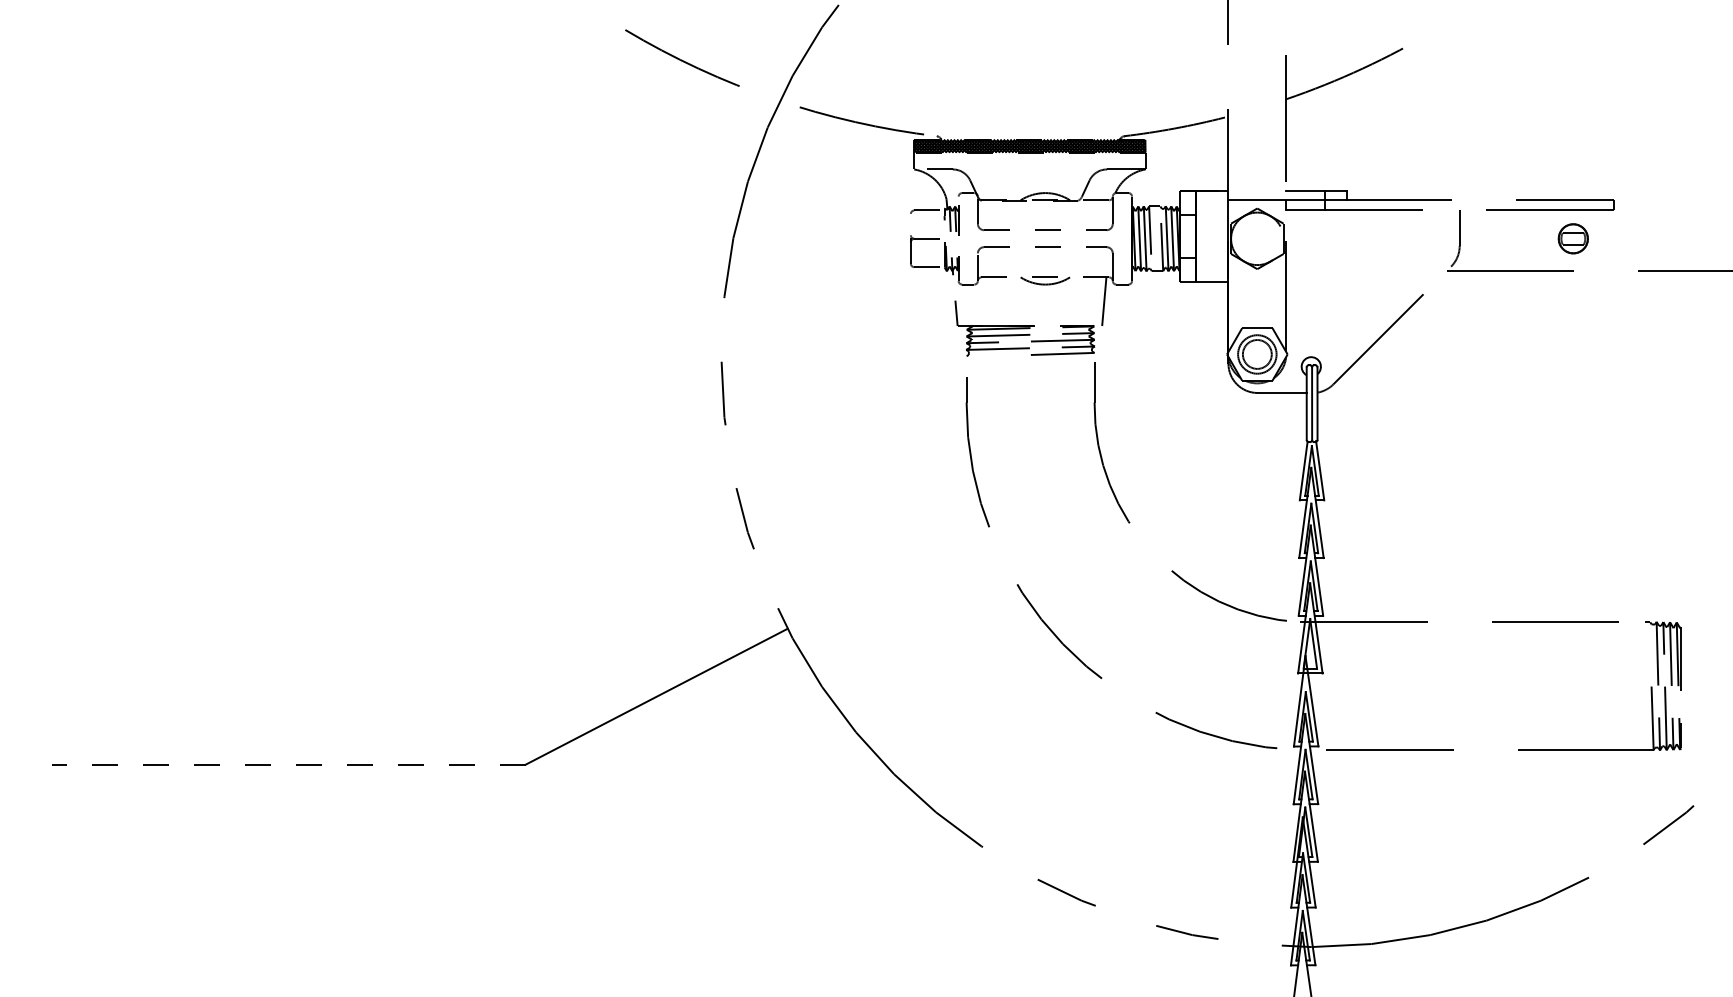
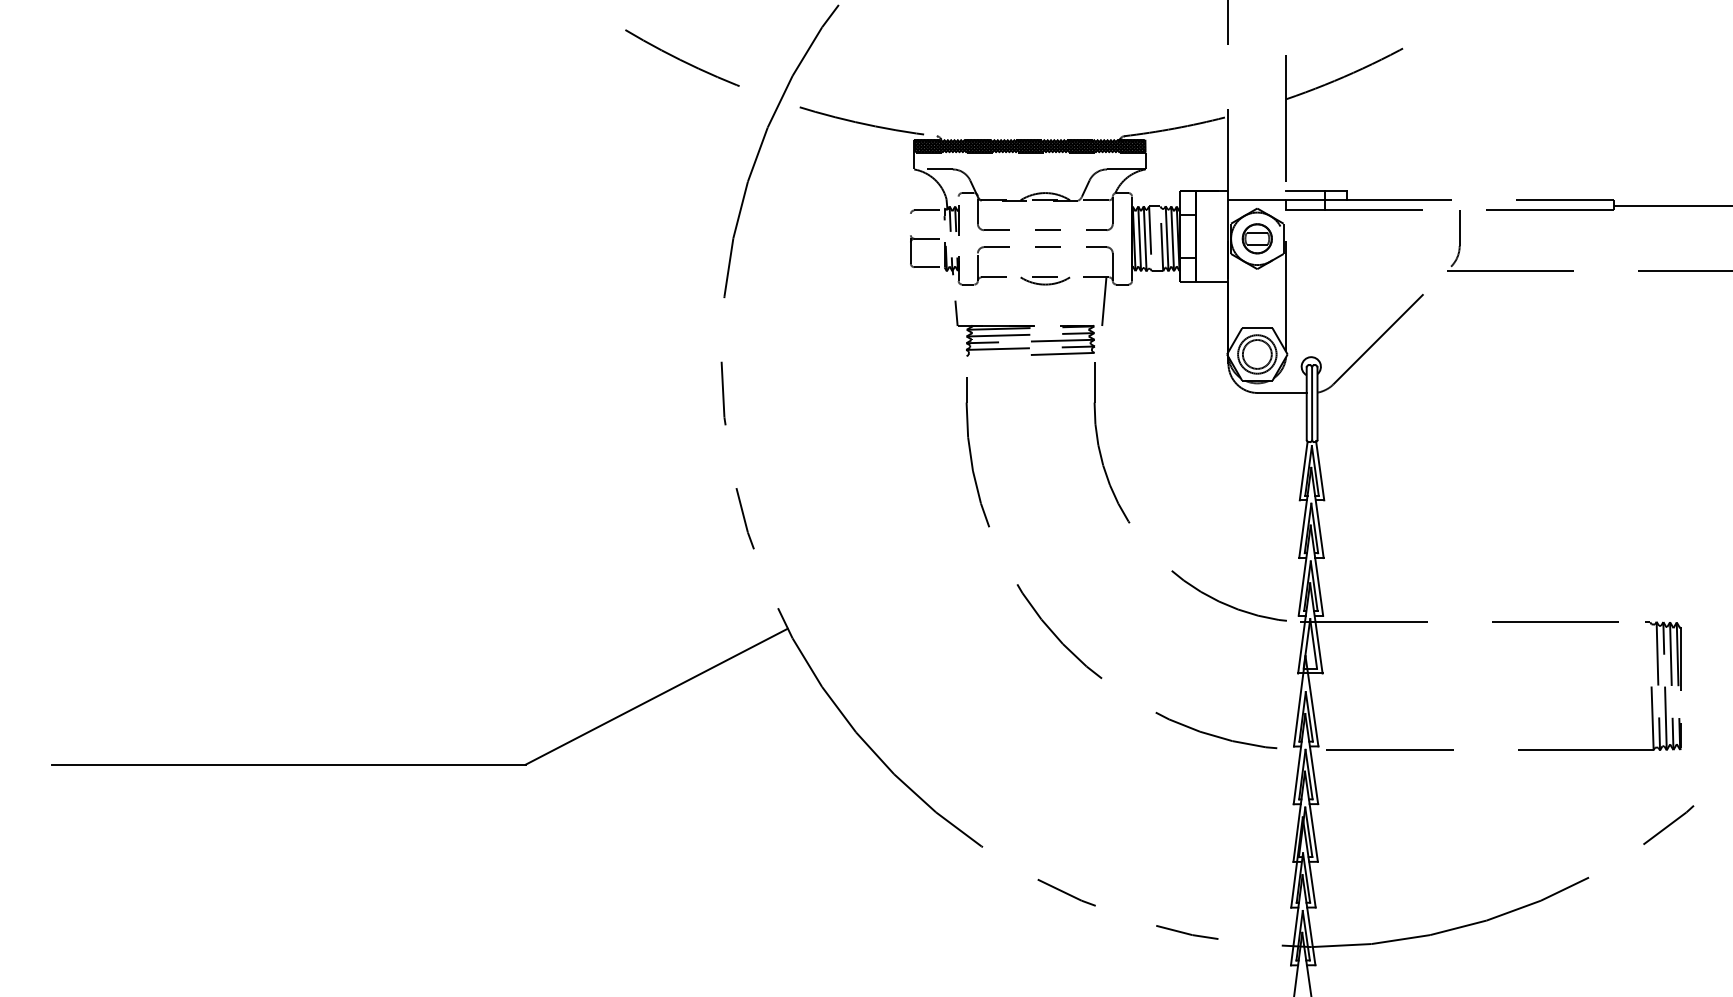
line at (1671, 206): none -> present
part at (1572, 238) position: (1572, 238) -> (1256, 238)
line at (288, 764): dashed -> solid
